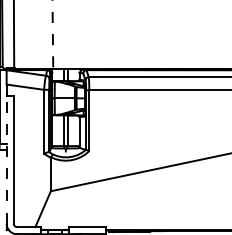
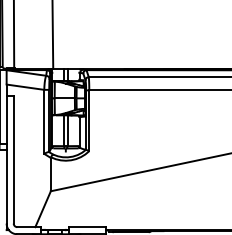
line at (52, 35): dashed -> solid
line at (6, 159): dashed -> solid
